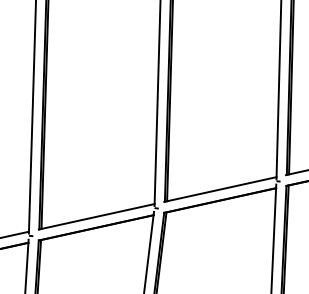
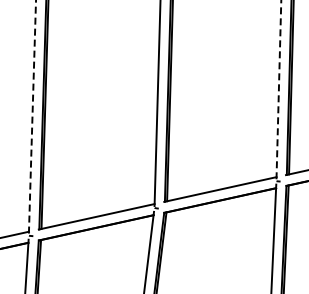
line at (278, 89): solid -> dashed
line at (32, 116): solid -> dashed
